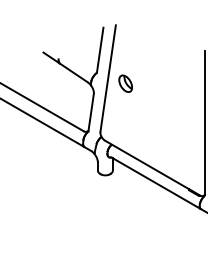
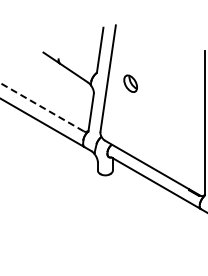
part at (125, 83) position: (125, 83) -> (130, 83)
line at (42, 107): solid -> dashed
